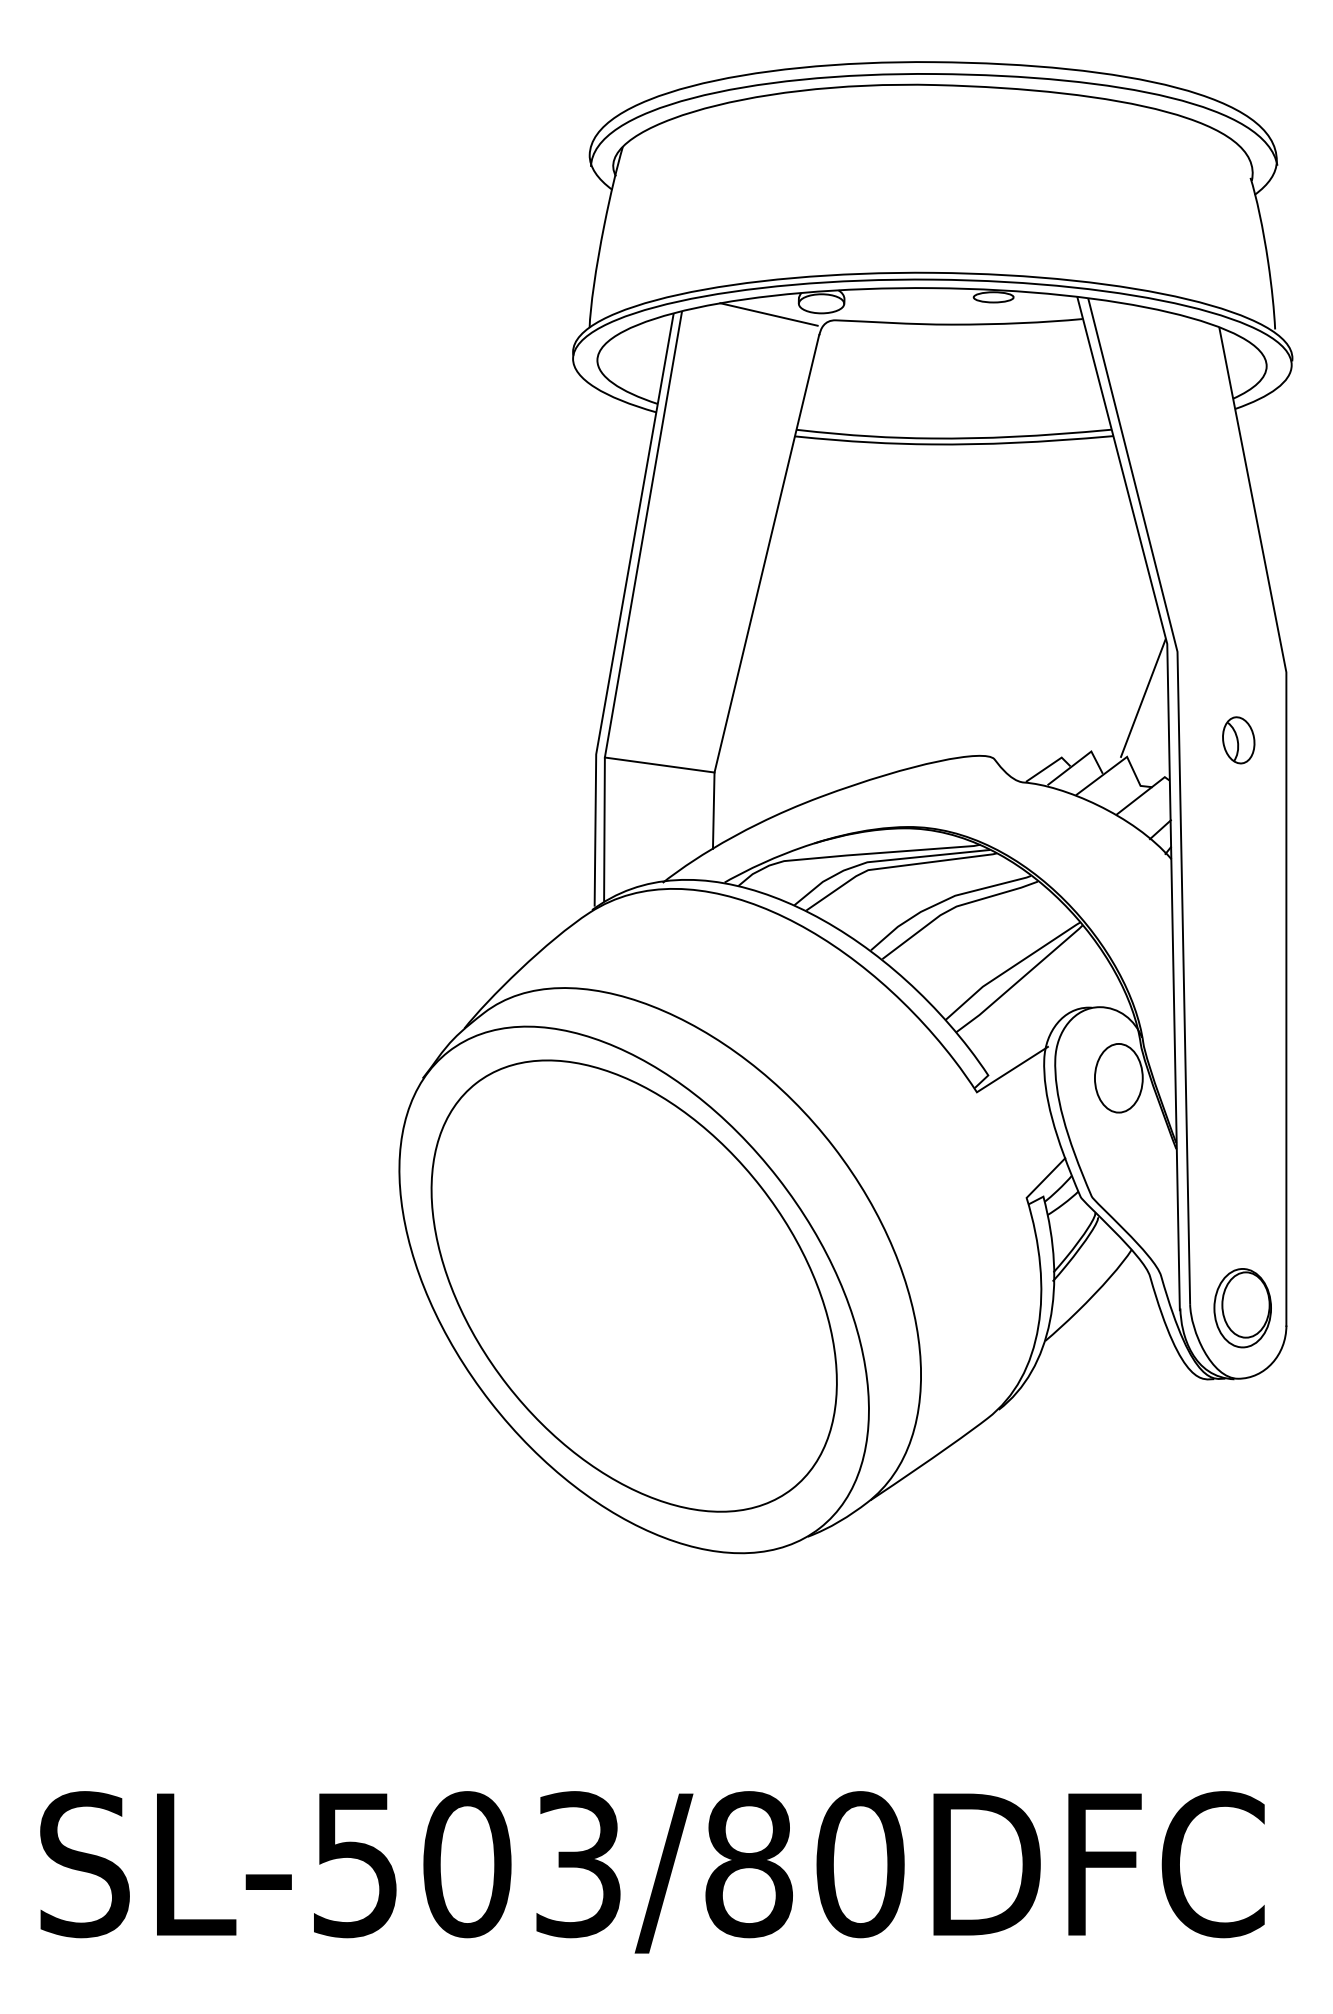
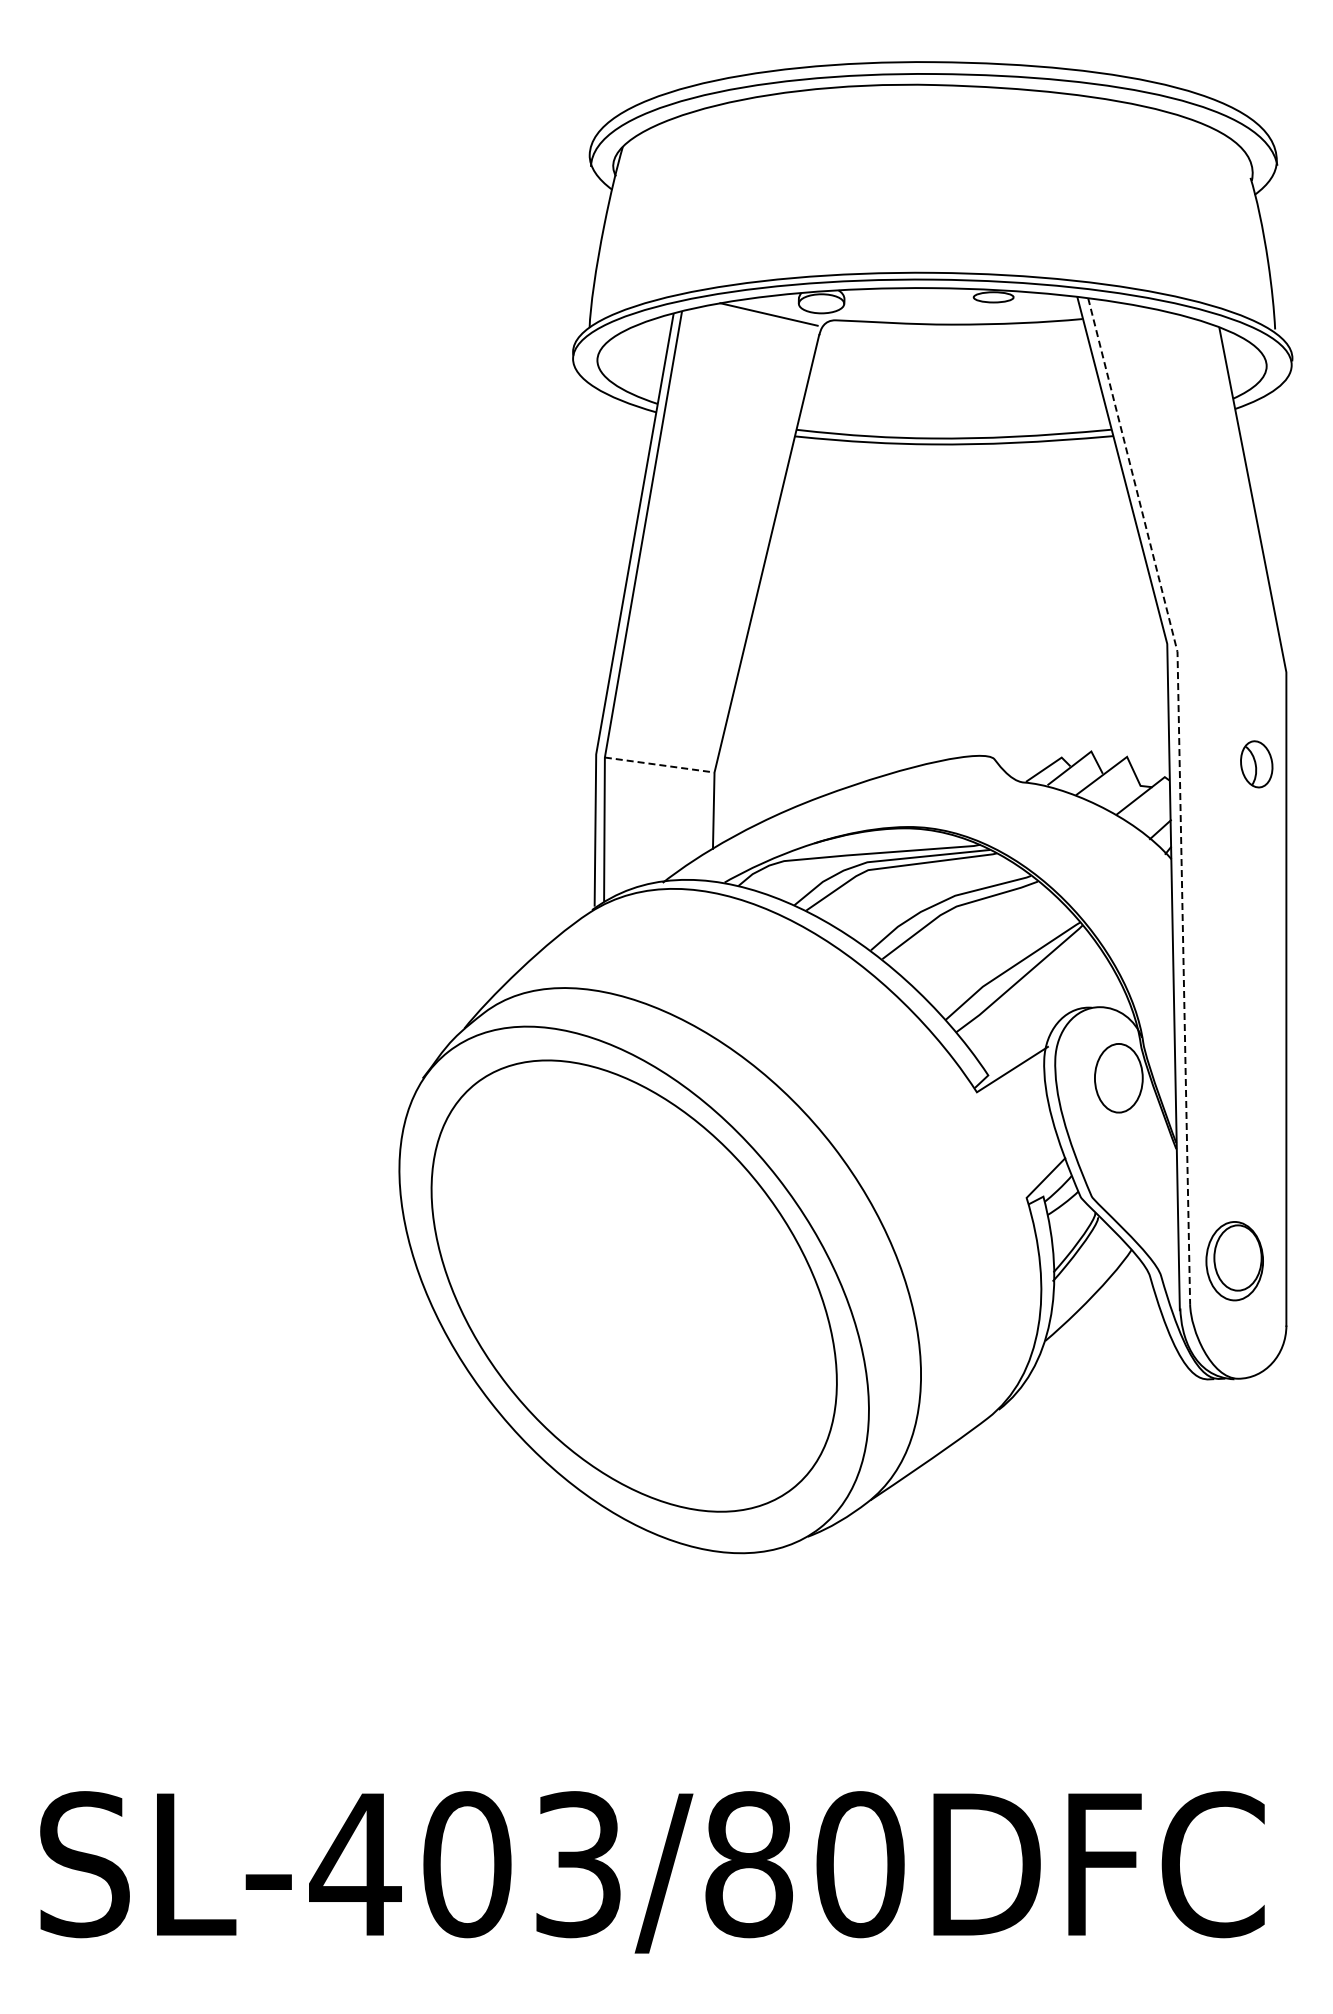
line at (1143, 697): present -> none
part at (1238, 740) position: (1238, 740) -> (1256, 764)
line at (660, 765): solid -> dashed
line at (1180, 795): solid -> dashed
part at (1242, 1308) position: (1242, 1308) -> (1234, 1261)
text at (355, 1865): SL-503/80DFC -> SL-403/80DFC
